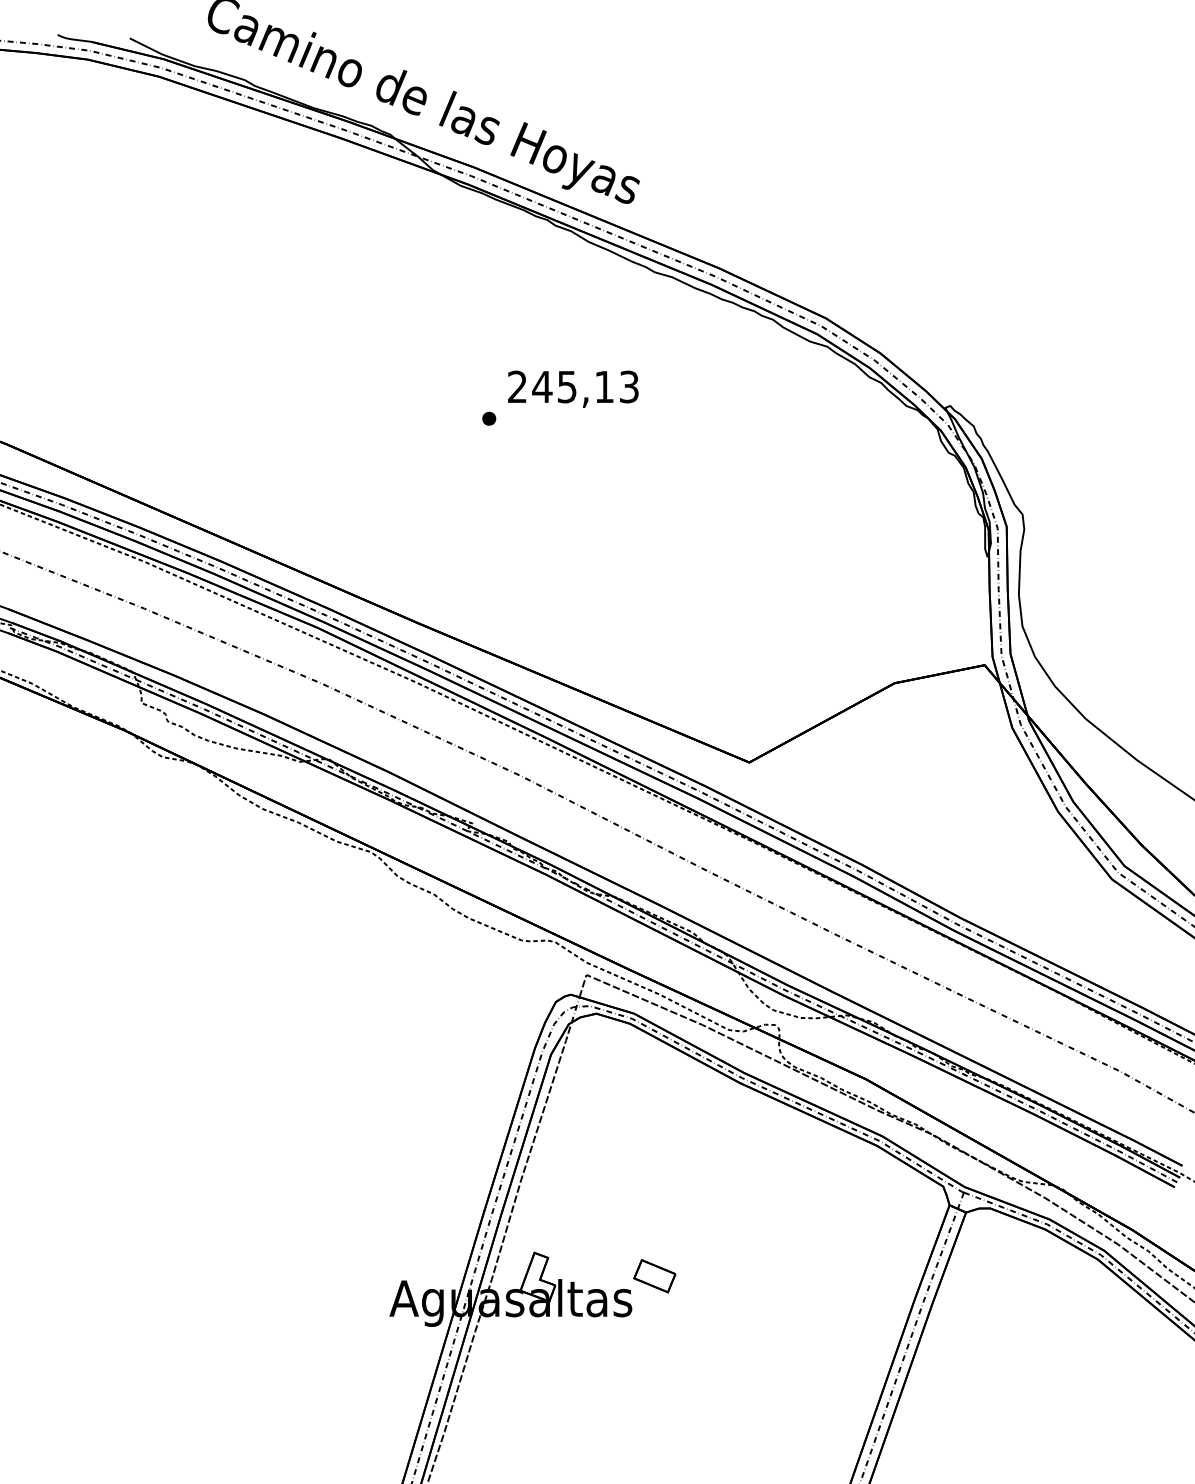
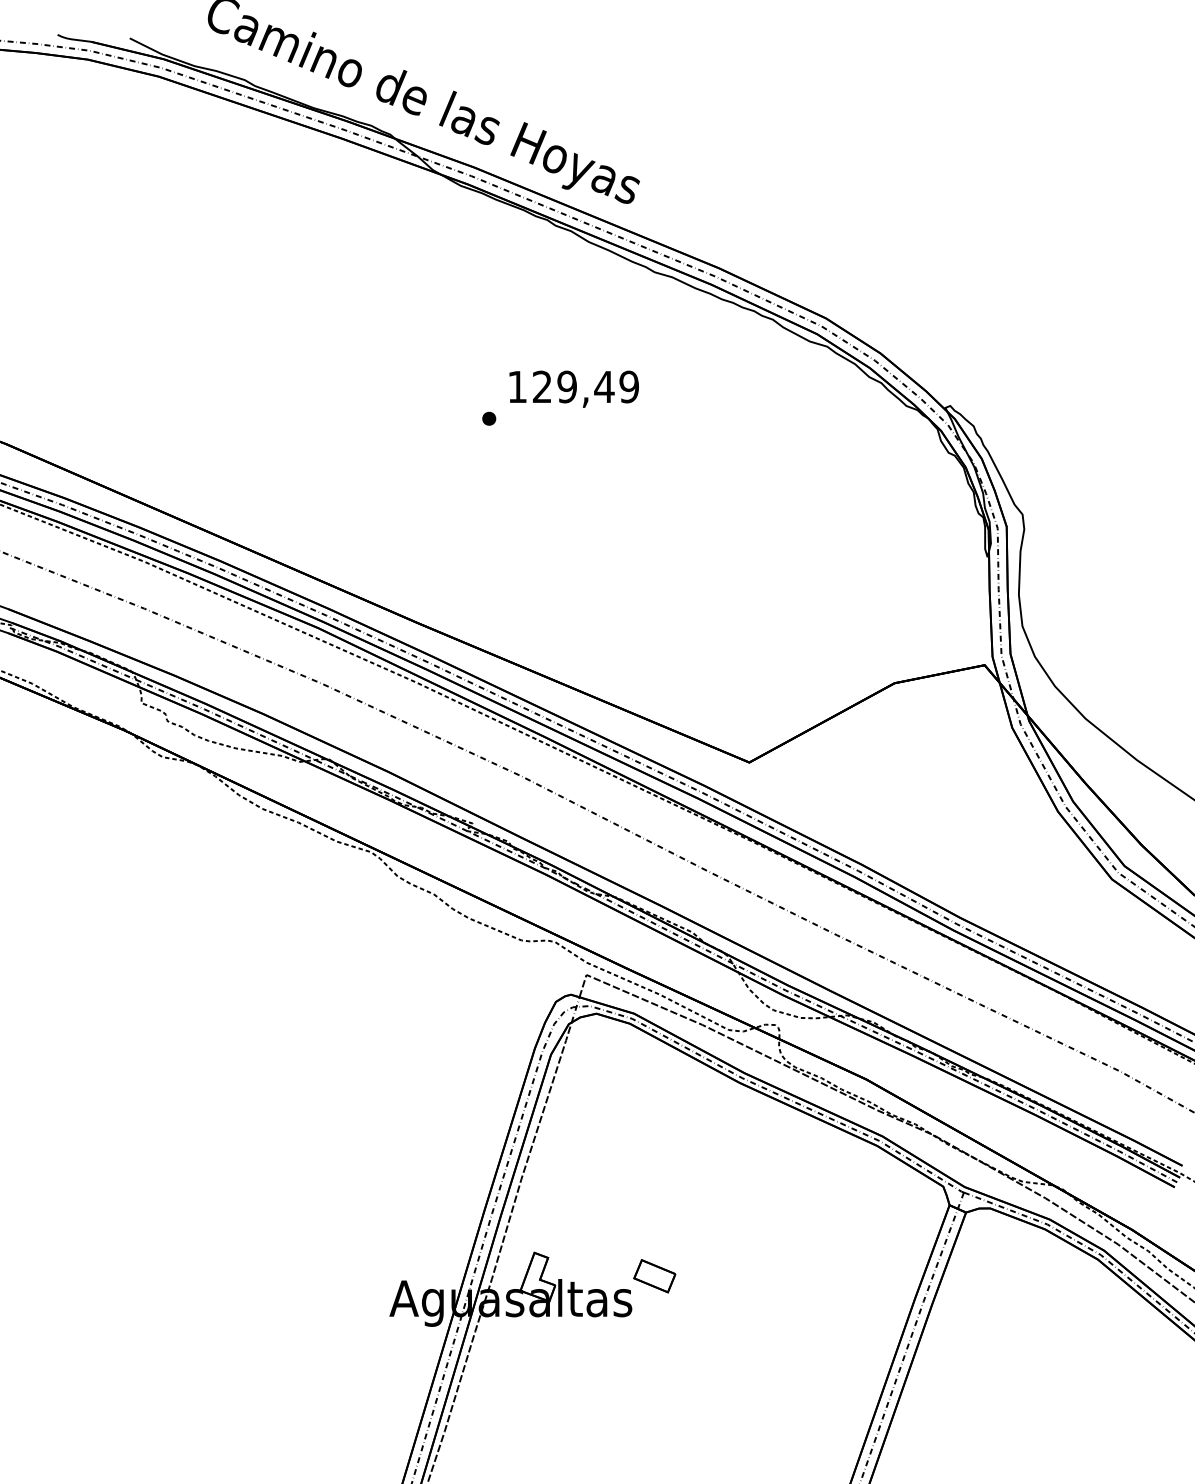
text at (573, 386): 245,13 -> 129,49
